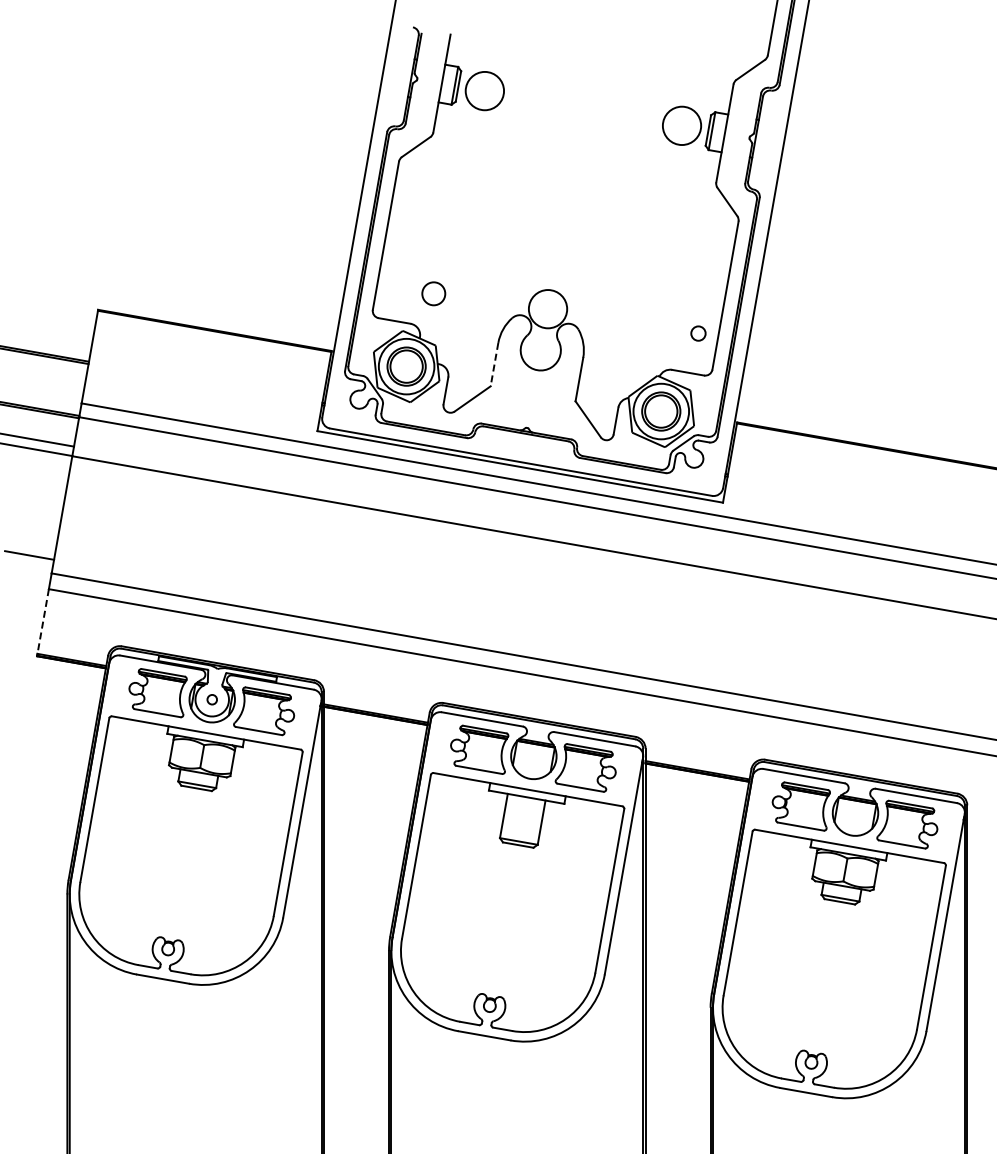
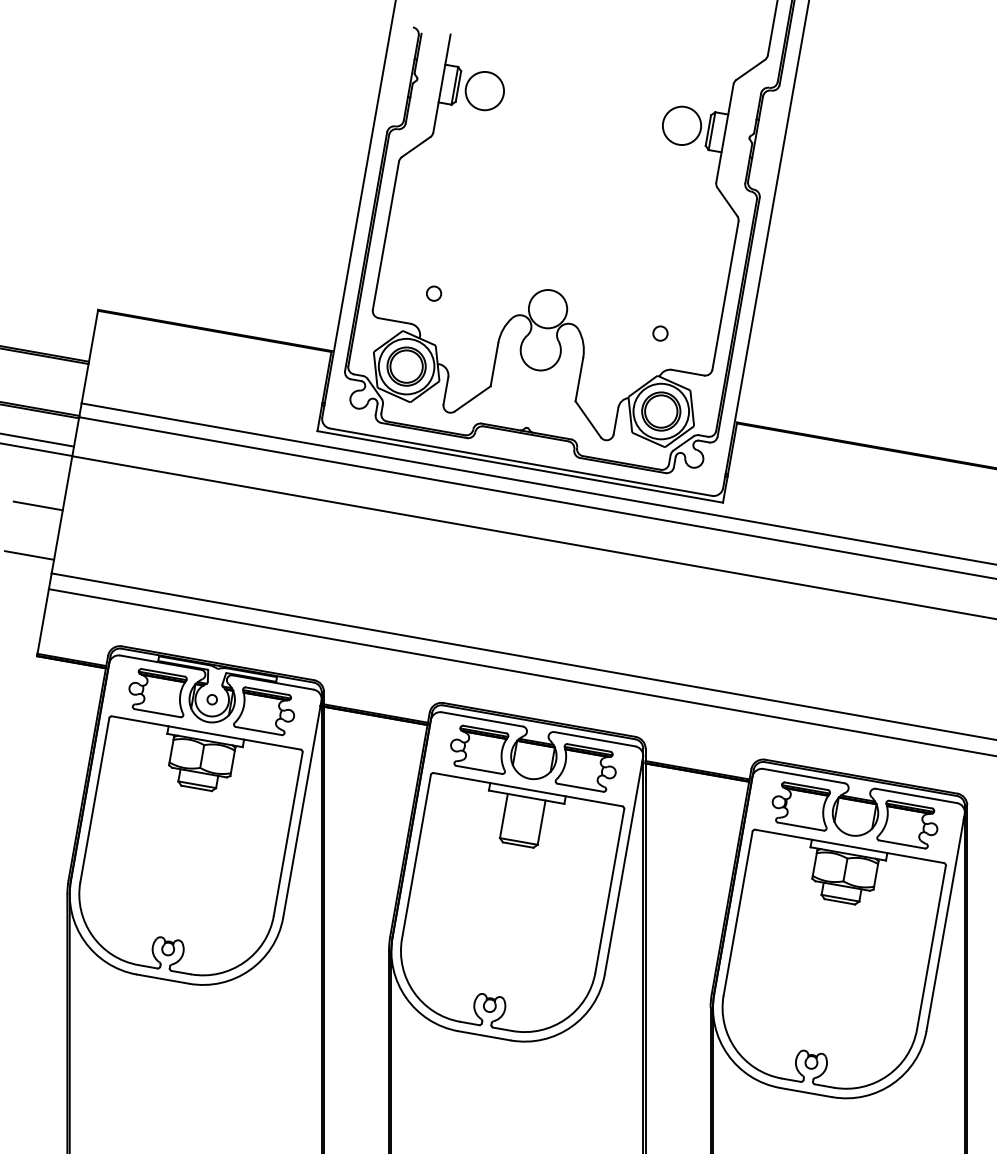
circle at (433, 293) size: 26x26 px -> 17x17 px
circle at (698, 333) position: (698, 333) -> (660, 333)
line at (494, 365): dashed -> solid
line at (37, 505): none -> present
line at (43, 621): dashed -> solid
